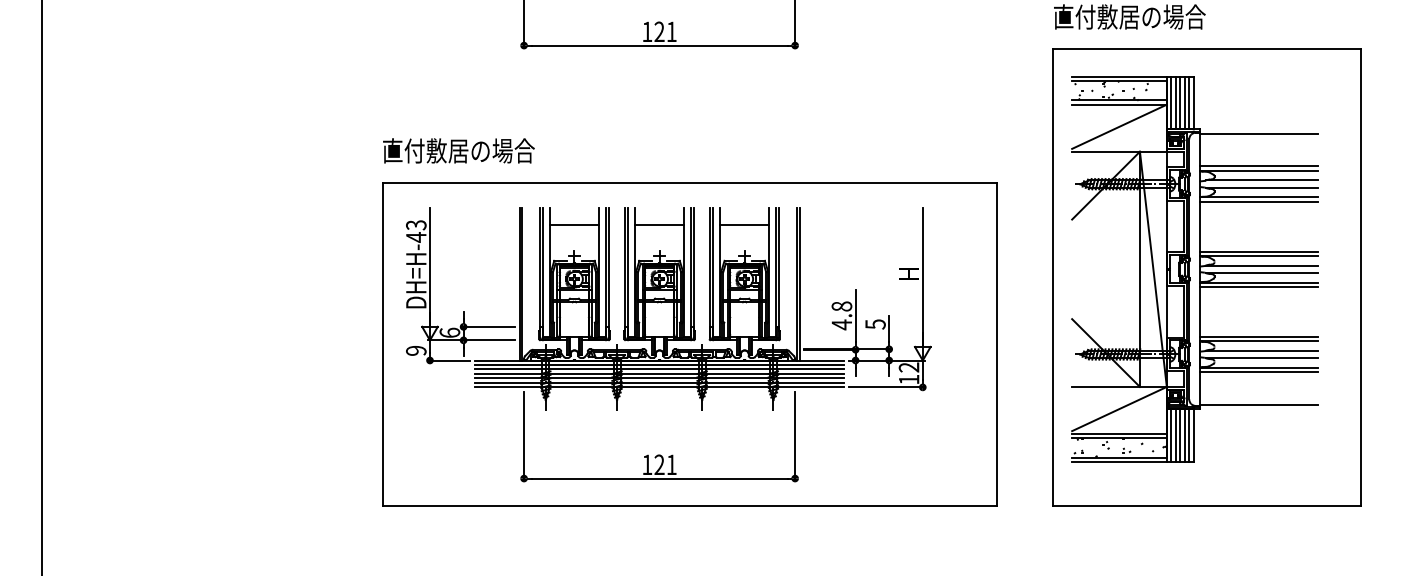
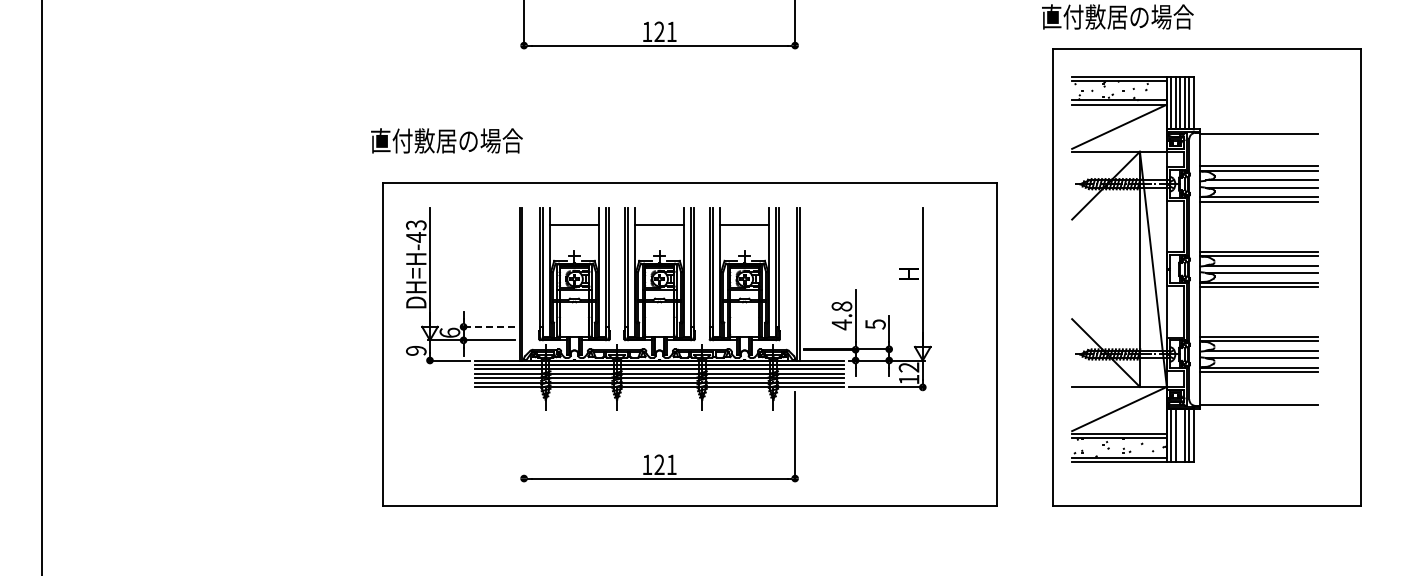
text at (1129, 16) position: (1129, 16) -> (1117, 16)
text at (458, 150) position: (458, 150) -> (446, 140)
line at (488, 326): solid -> dashed
line at (524, 435): present -> none
line at (1180, 435): present -> none
